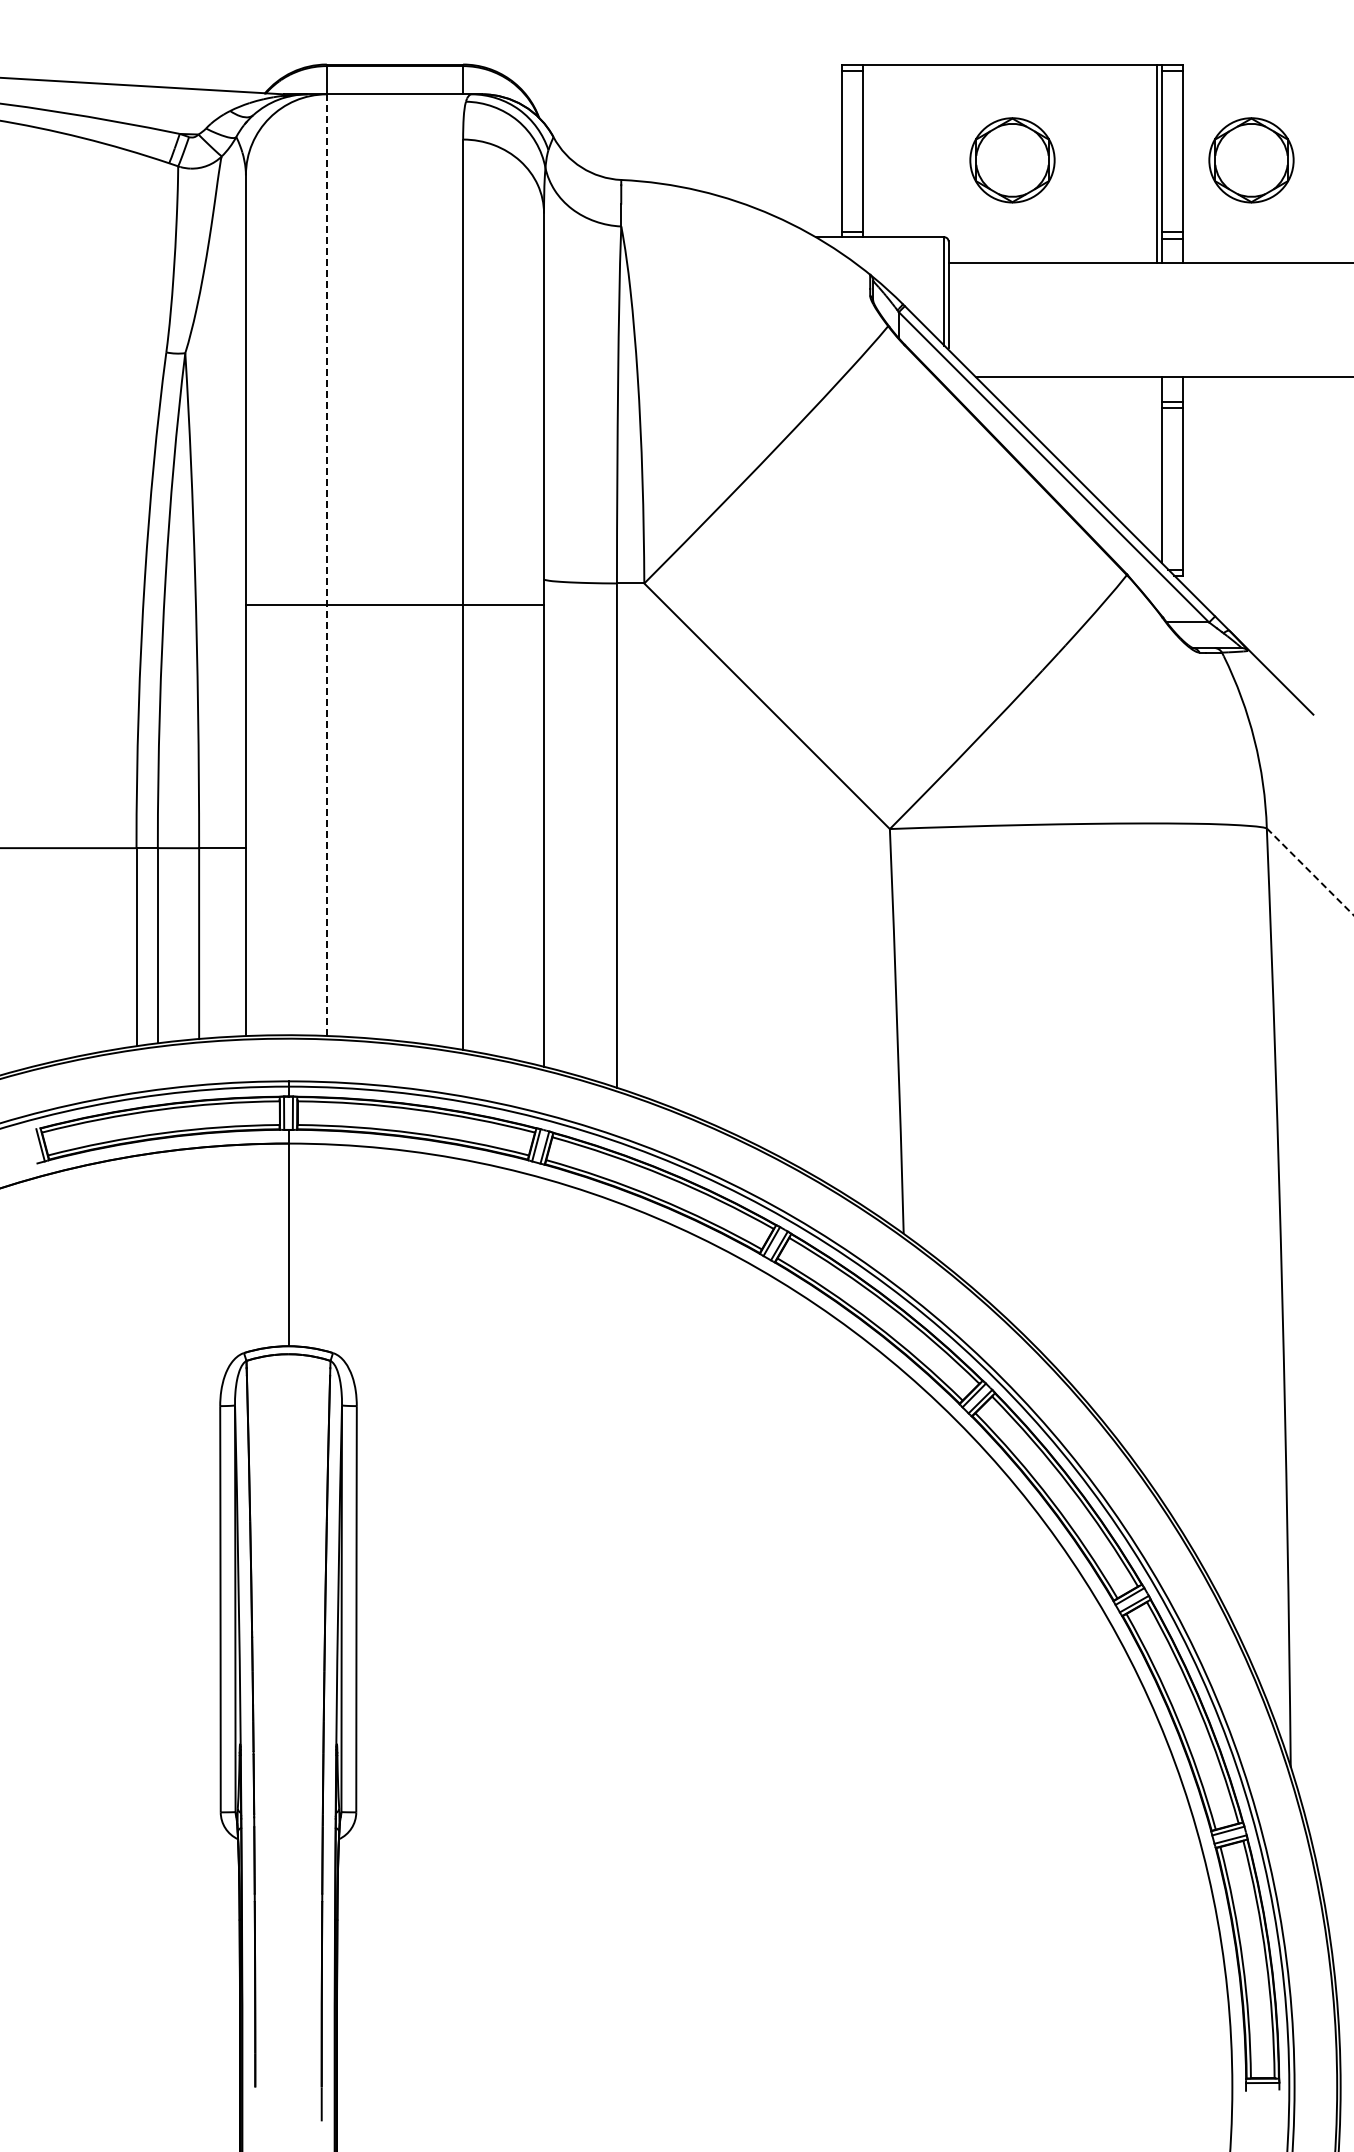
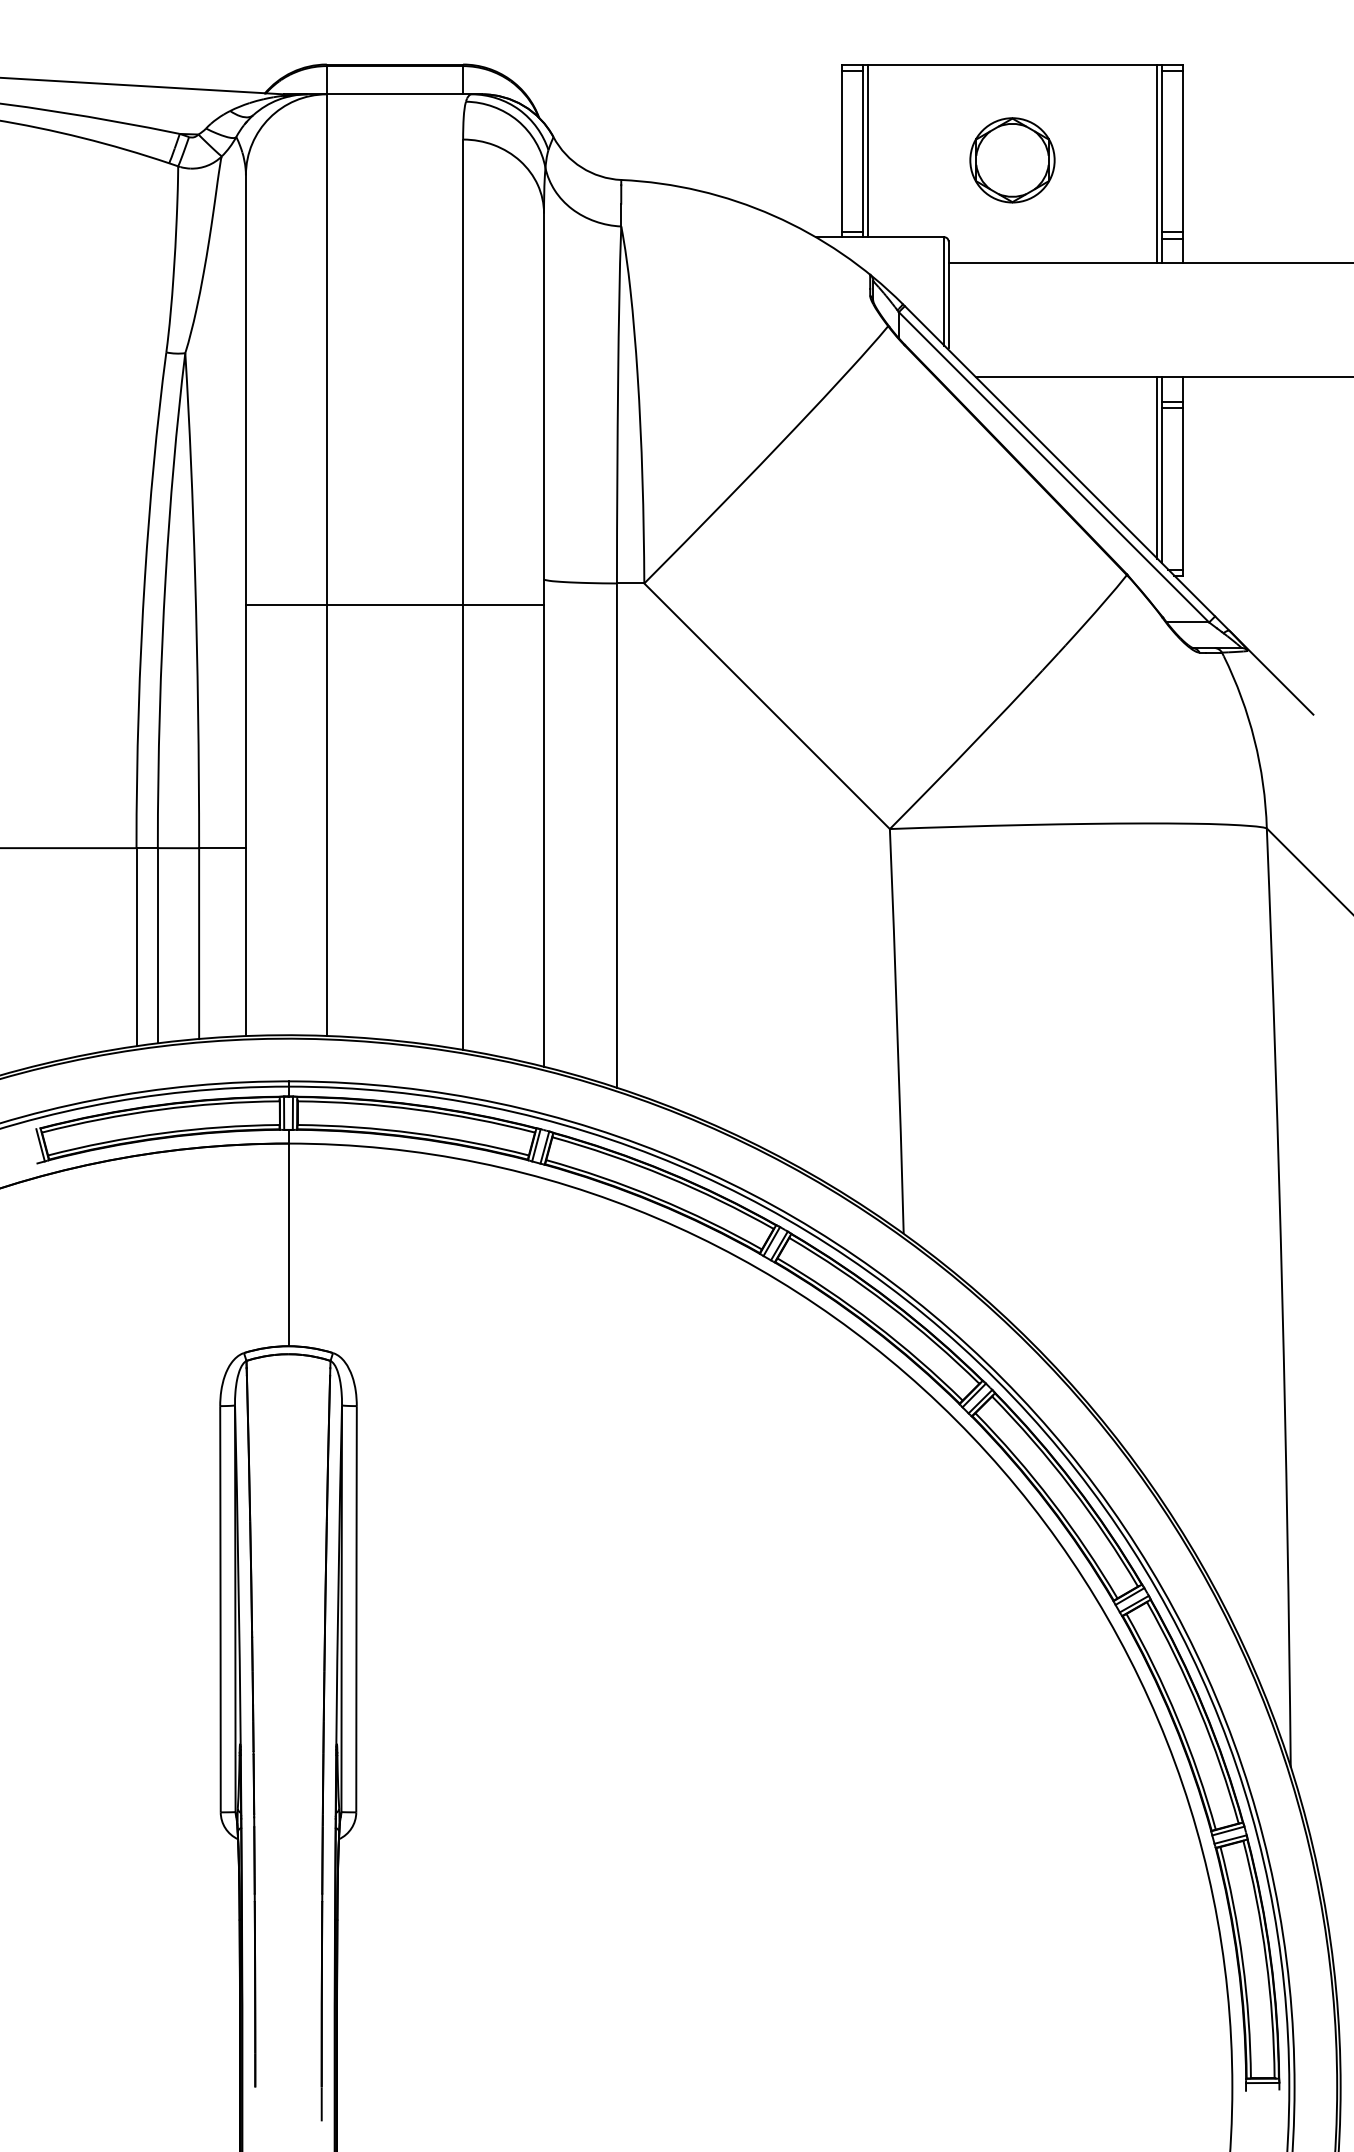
line at (867, 150): none -> present
part at (1251, 160): present -> none
line at (1157, 467): none -> present
line at (326, 565): dashed -> solid
line at (1309, 871): dashed -> solid
